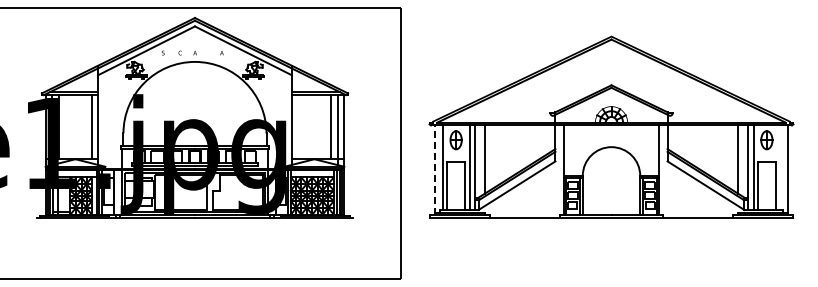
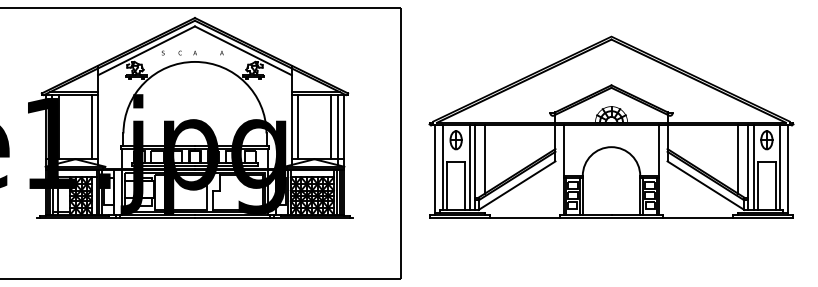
line at (297, 127): none -> present
line at (780, 167): none -> present
line at (434, 169): dashed -> solid
